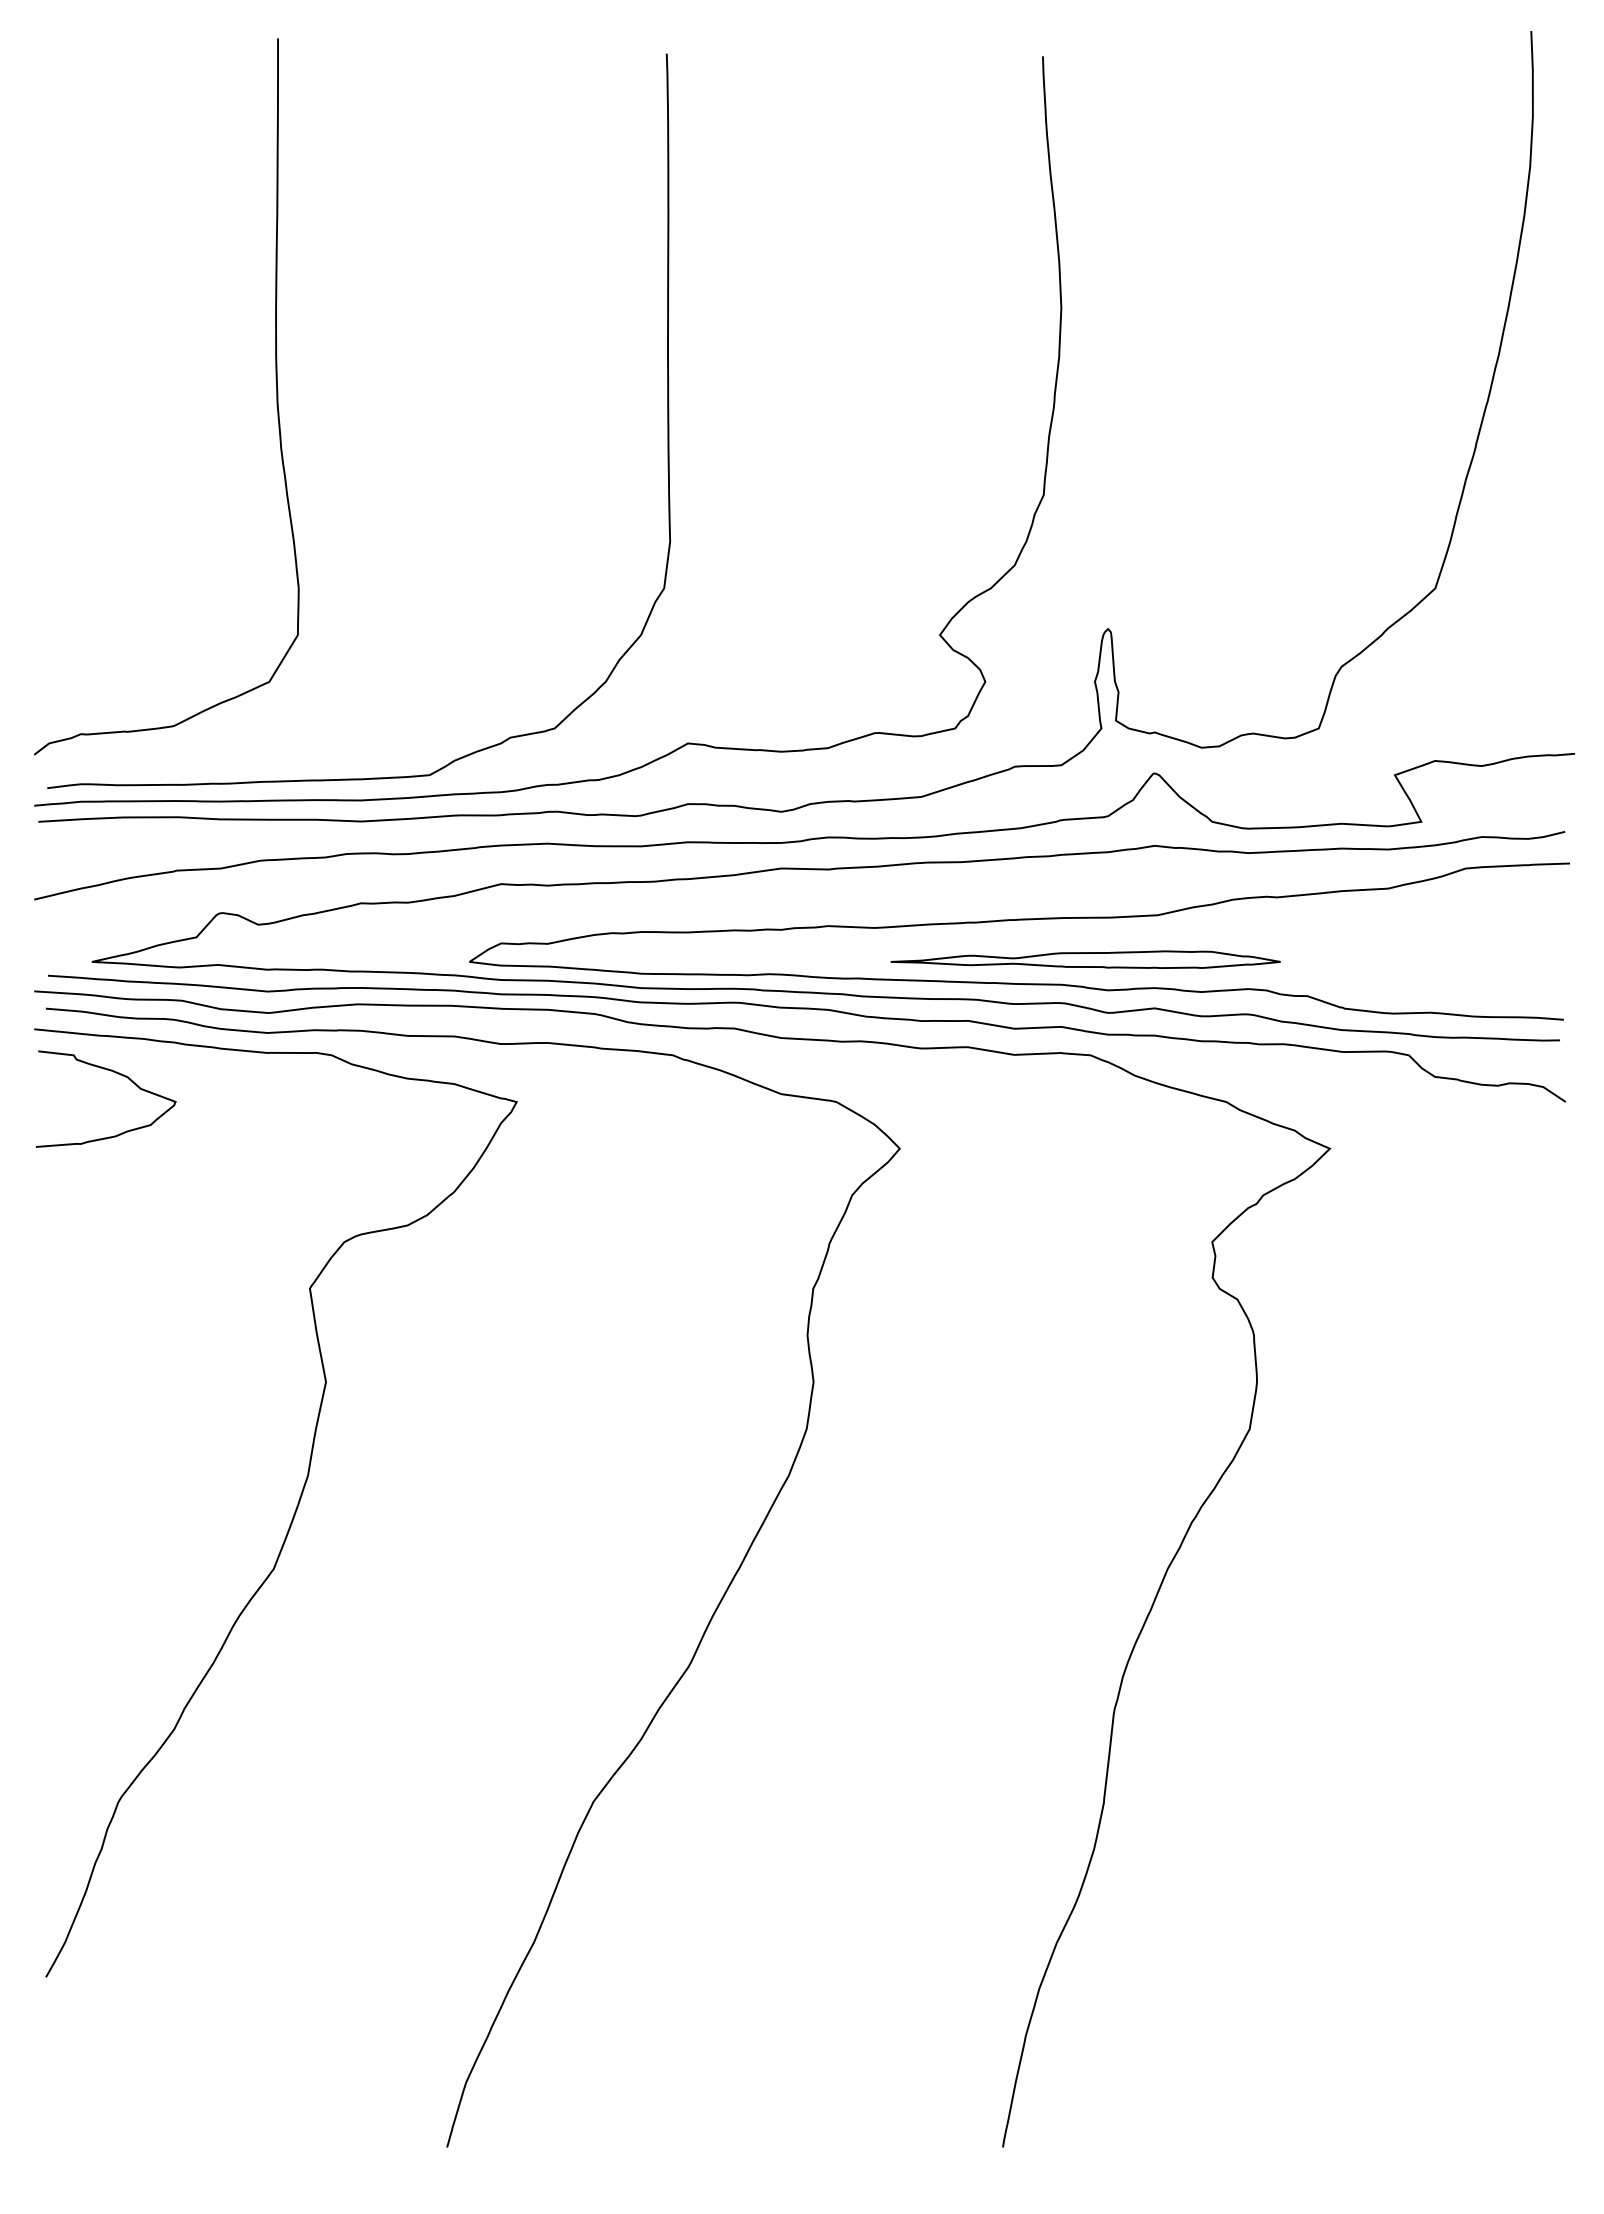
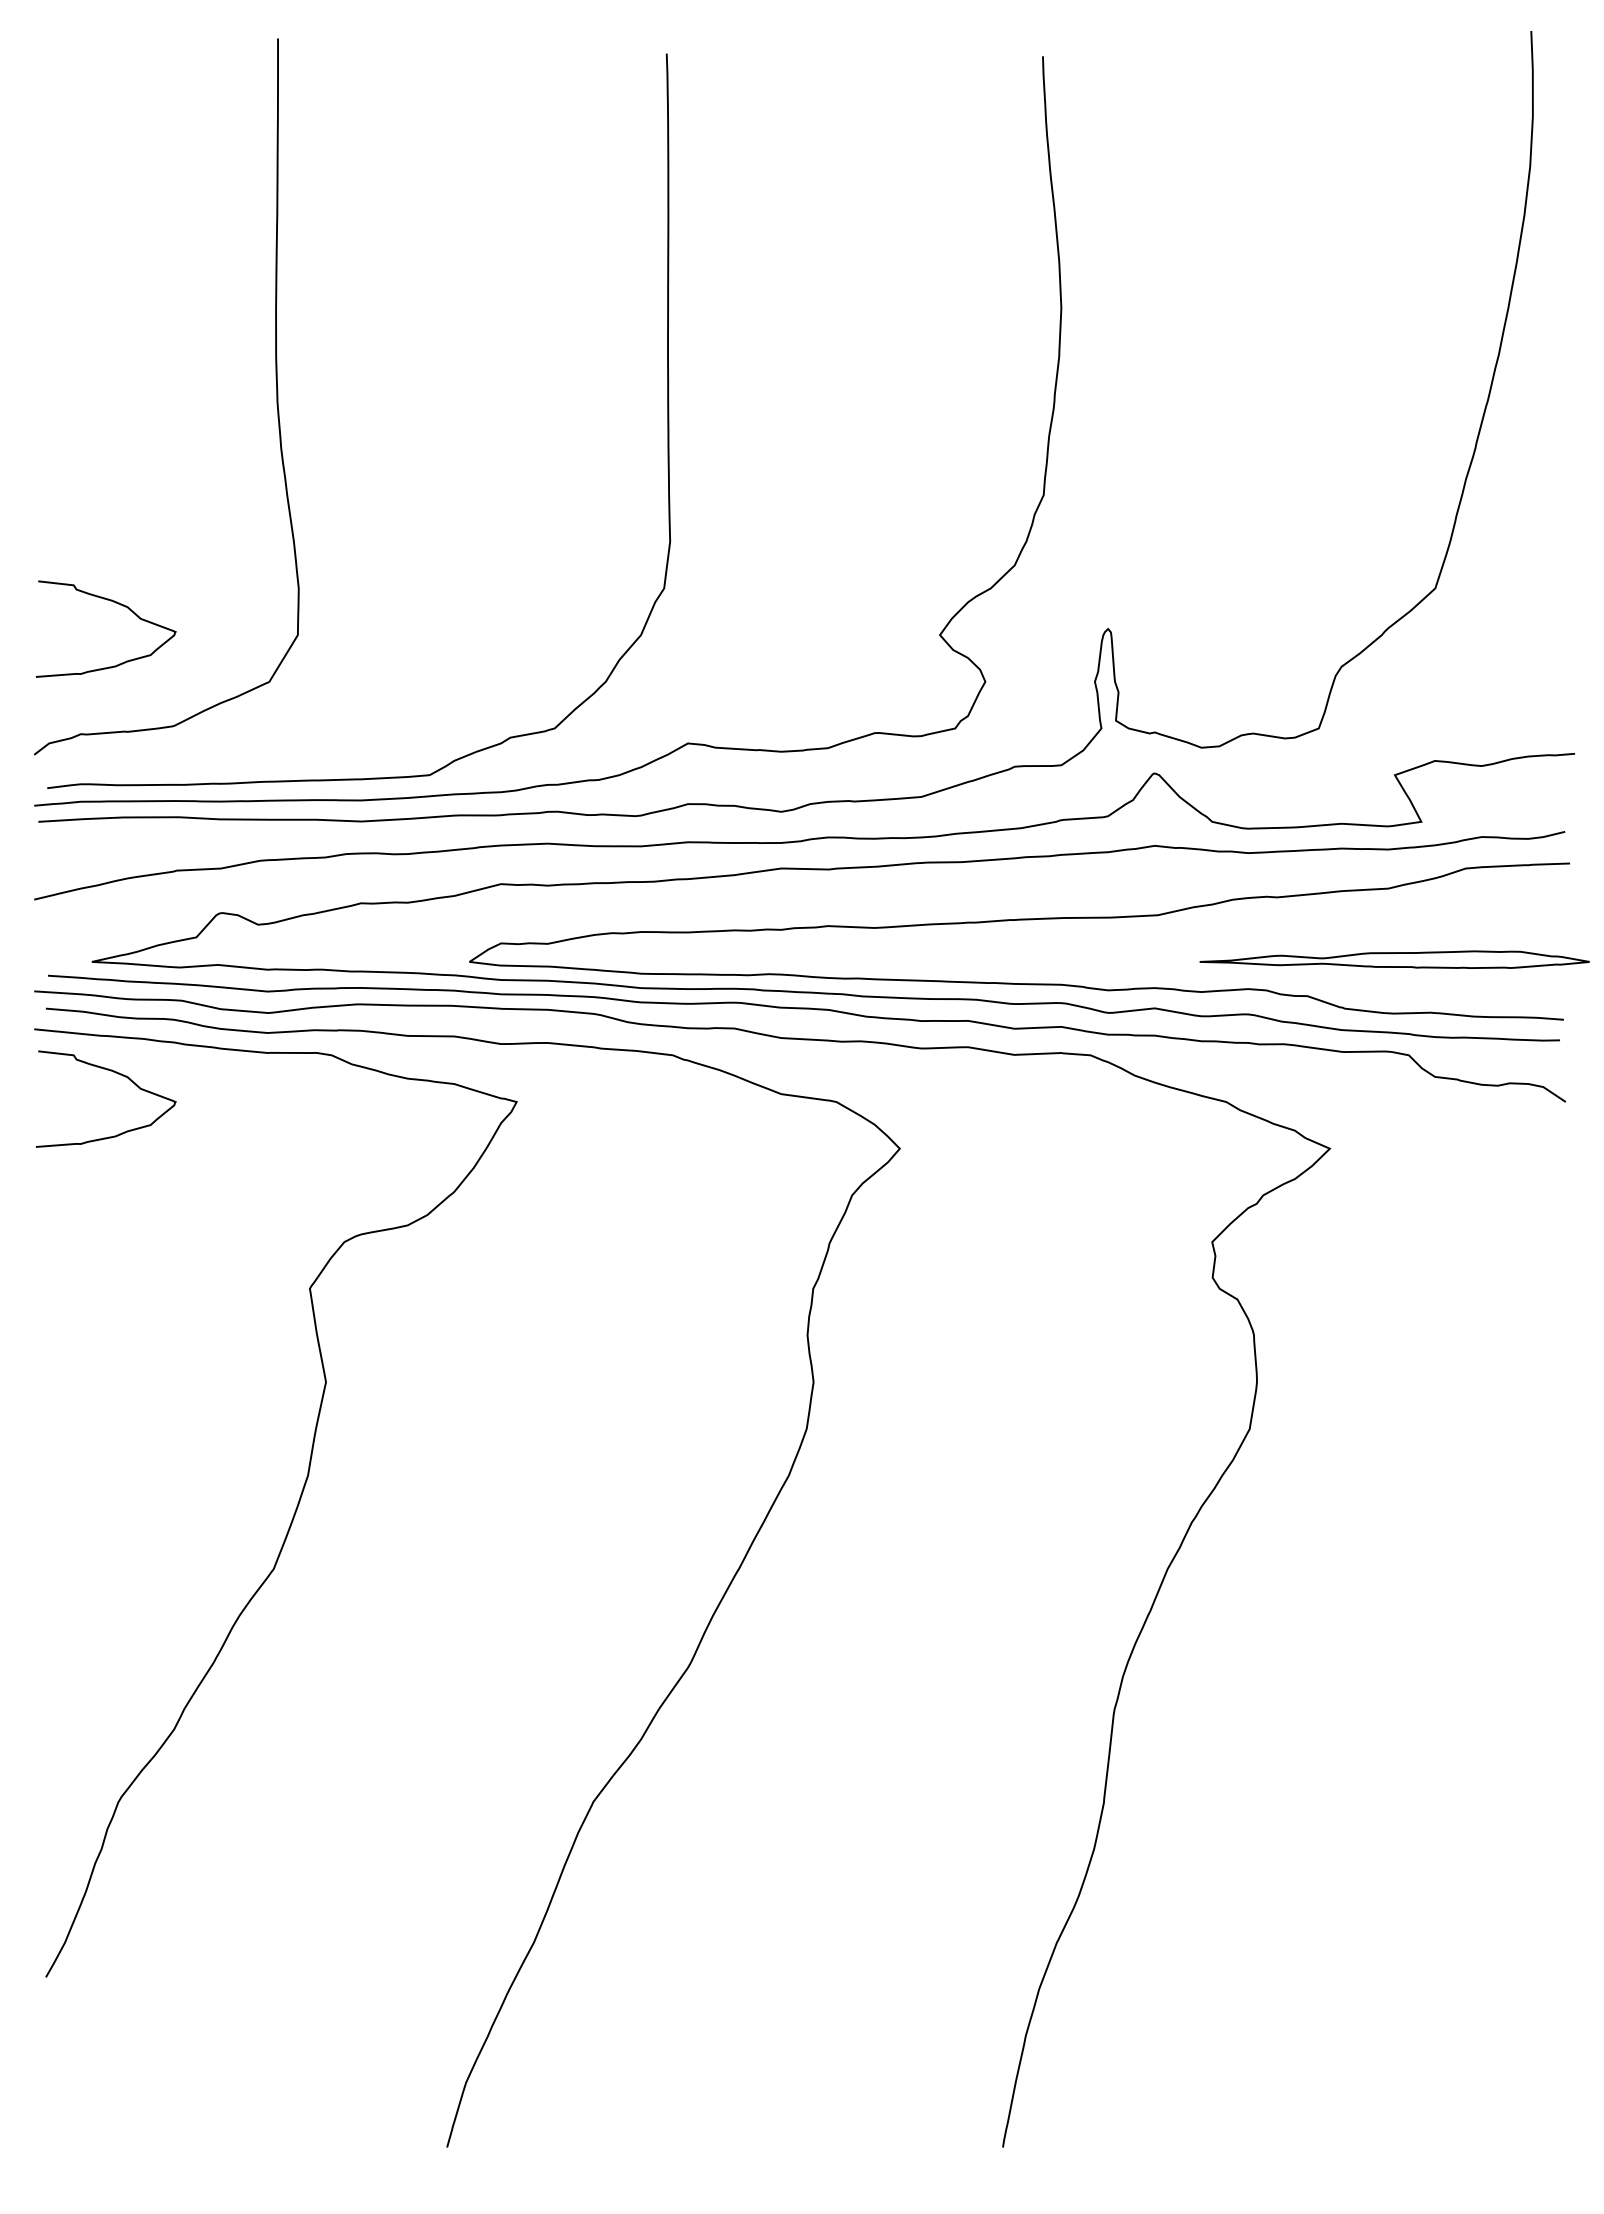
curve at (115, 603): none -> present
part at (1085, 959) position: (1085, 959) -> (1394, 959)
